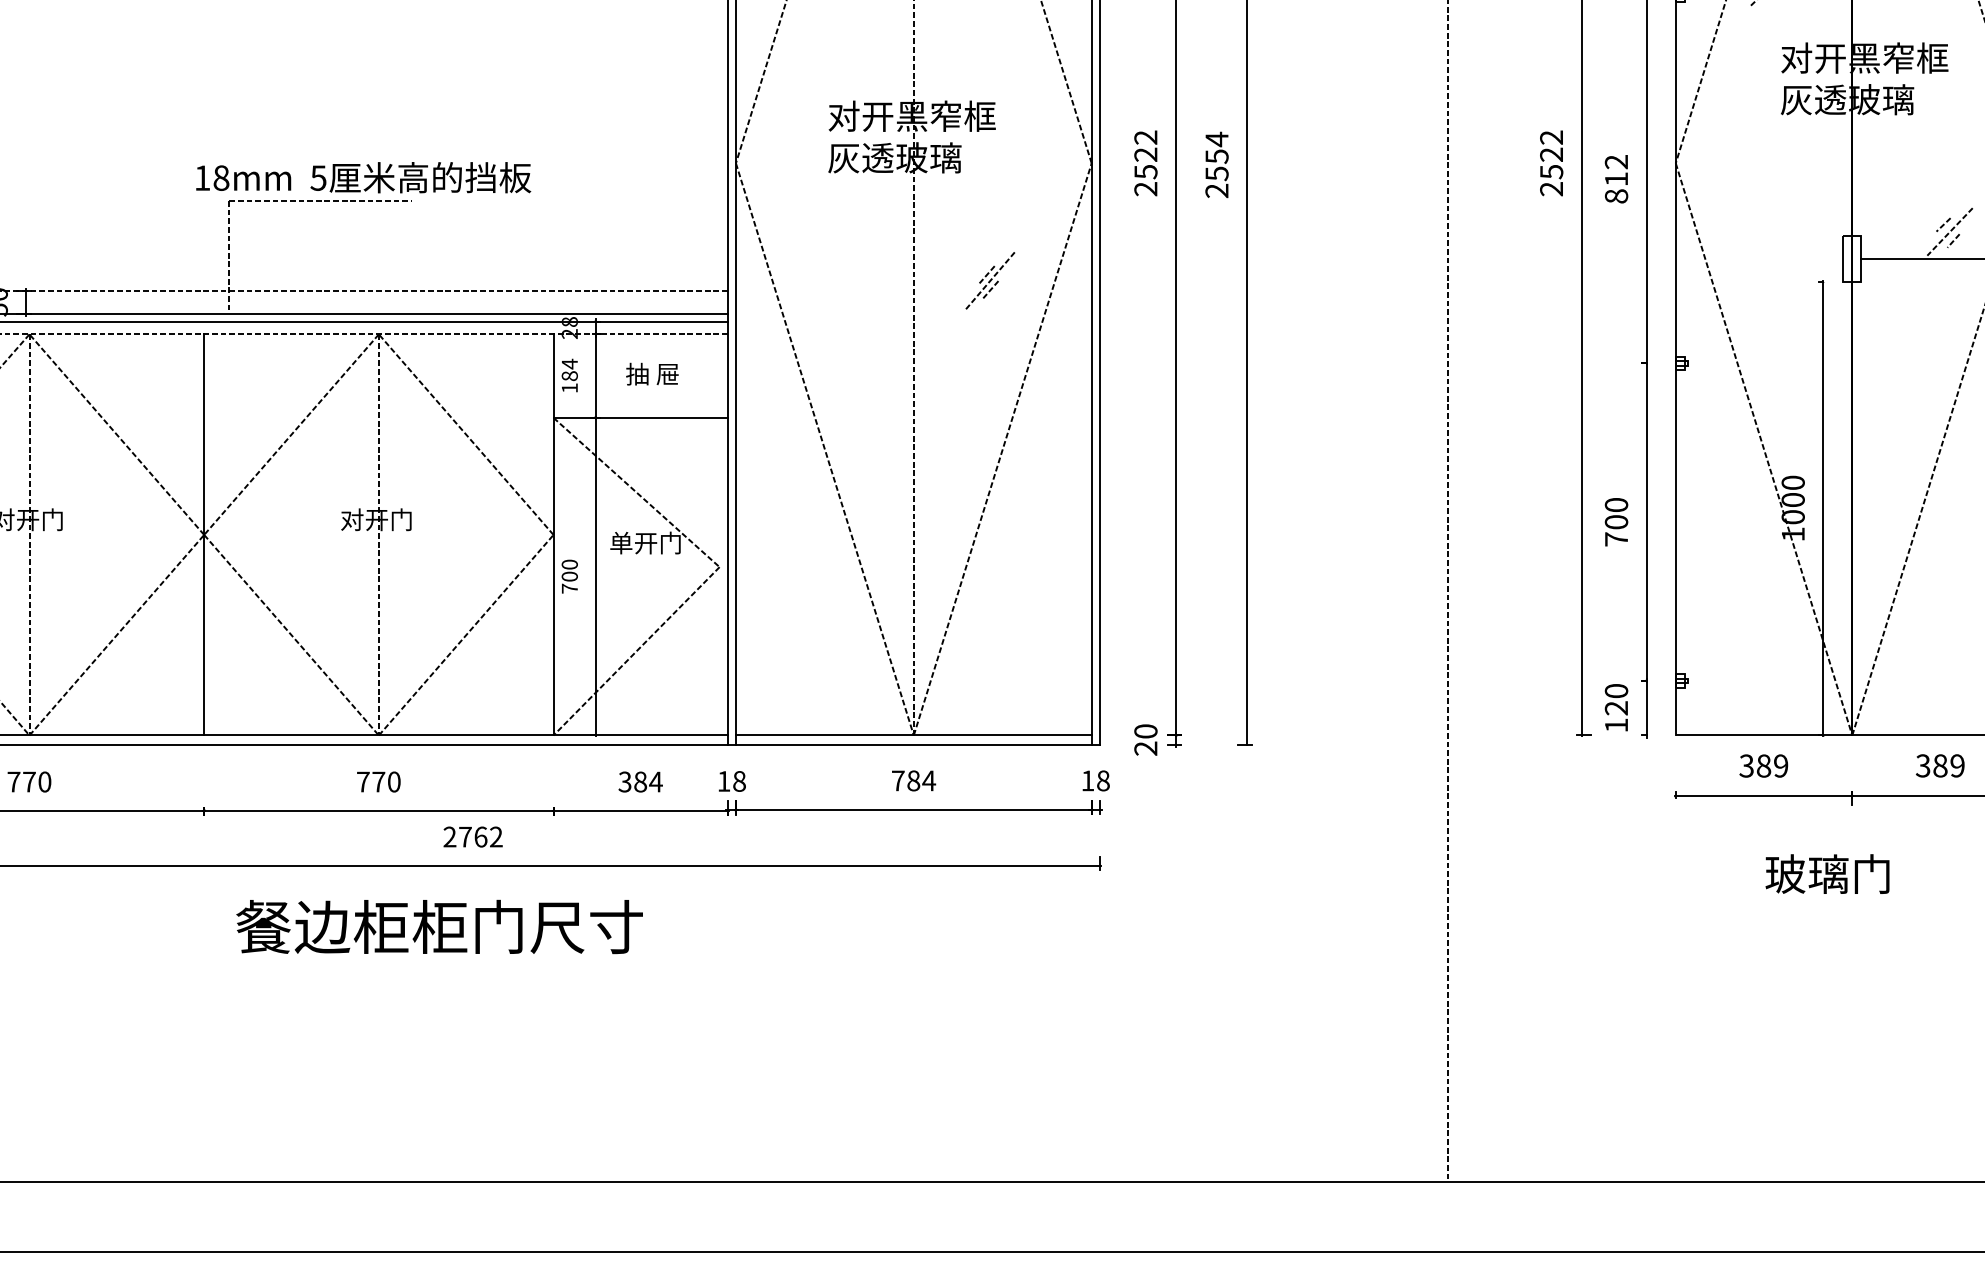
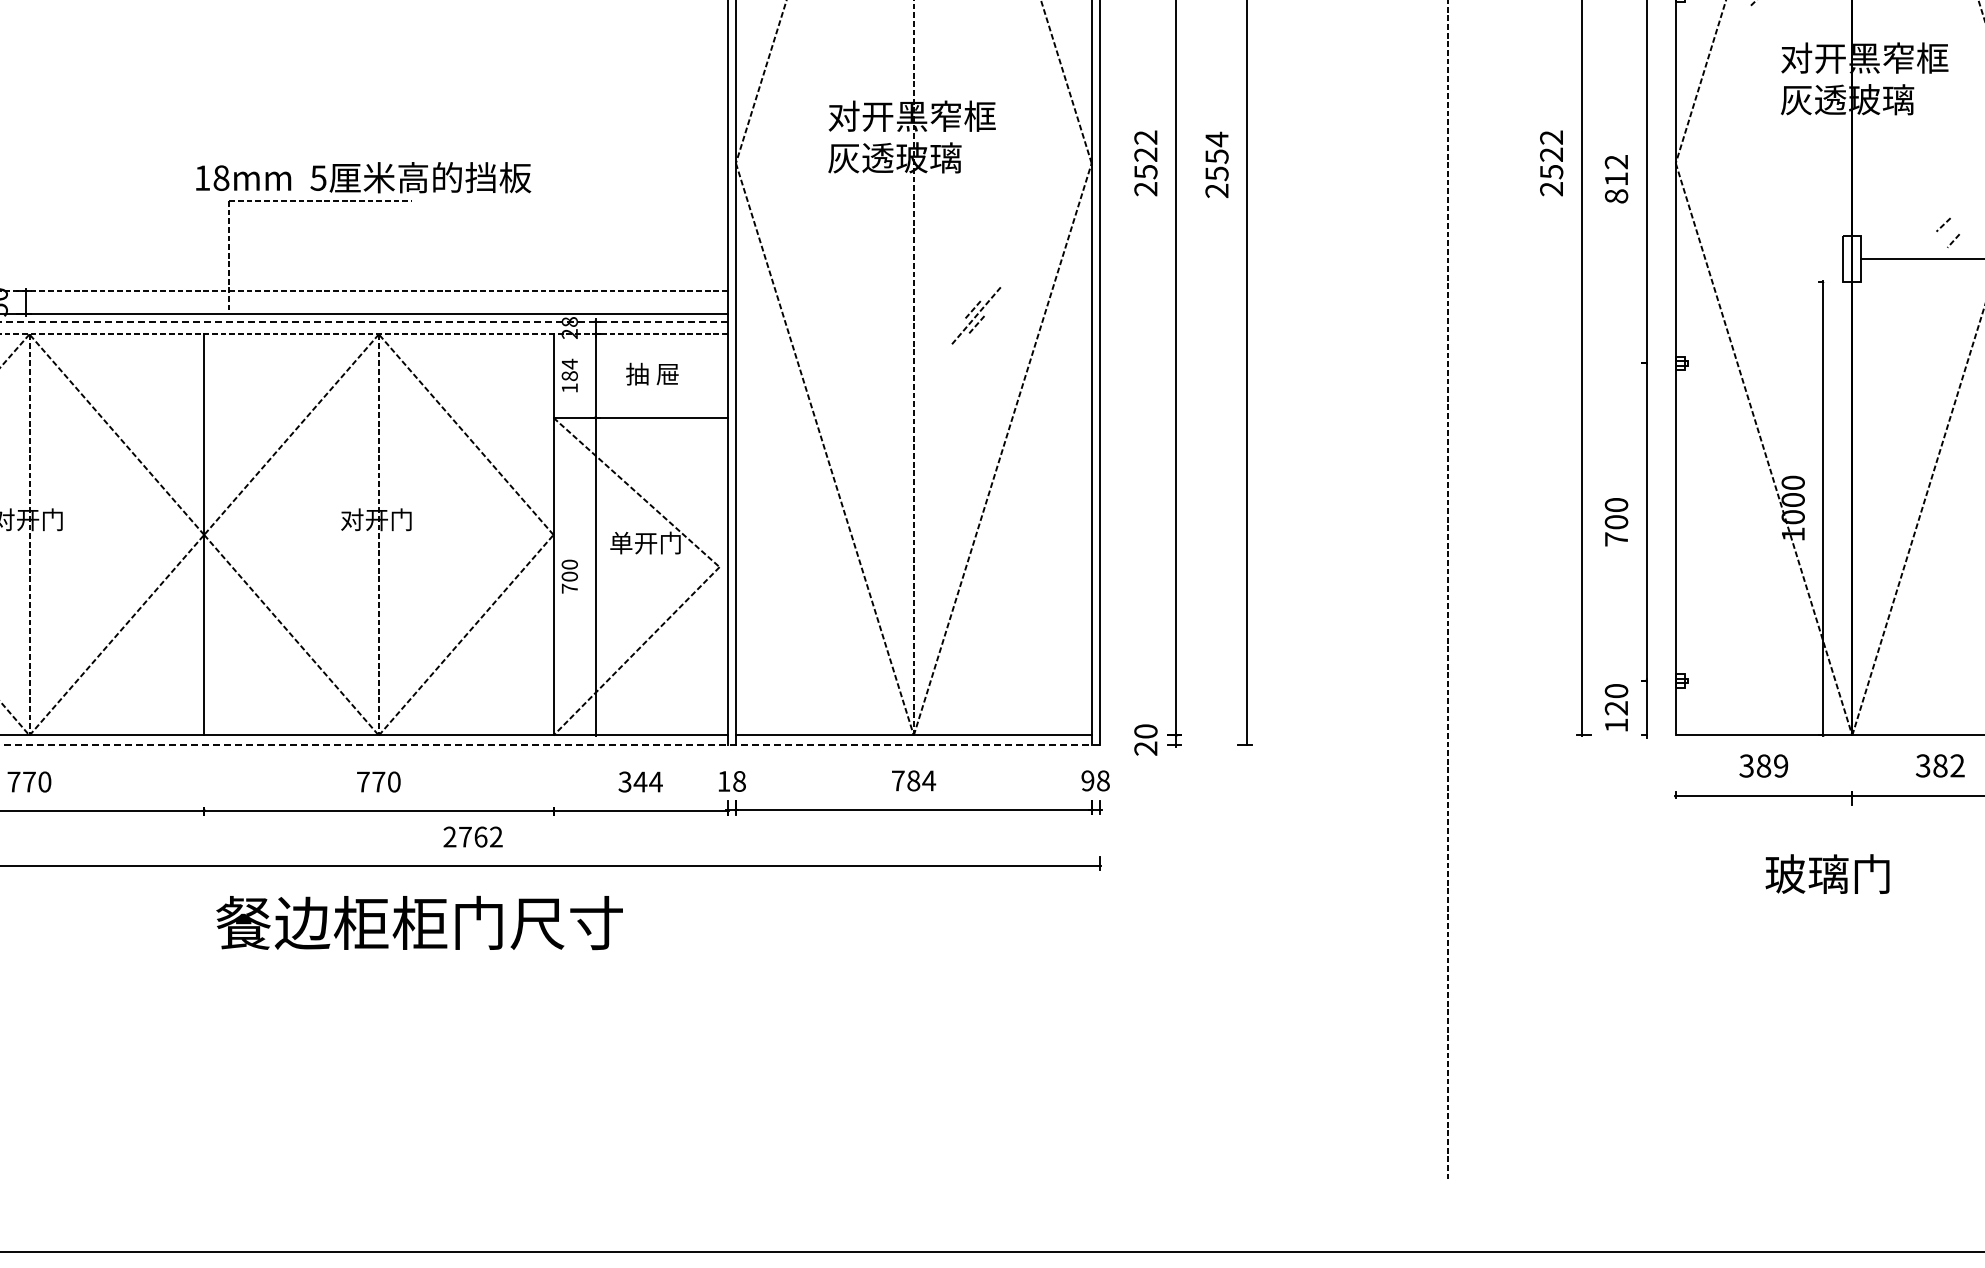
line at (1949, 231): present -> none
part at (990, 280) position: (990, 280) -> (976, 315)
line at (364, 321): solid -> dashed
line at (550, 744): solid -> dashed
text at (1957, 765): 389 -> 382
text at (1087, 780): 18 -> 98
text at (640, 781): 384 -> 344
text at (439, 926) position: (439, 926) -> (419, 922)
line at (991, 1182): present -> none
